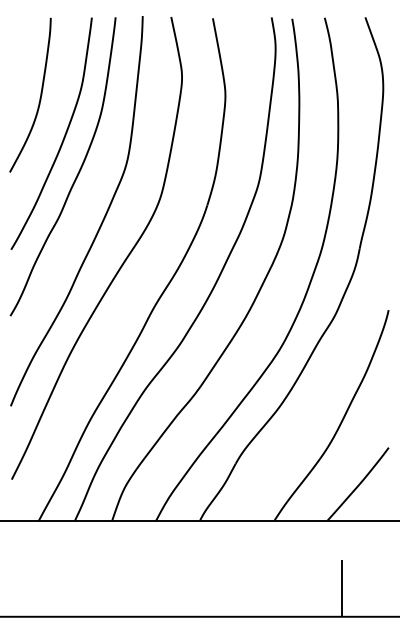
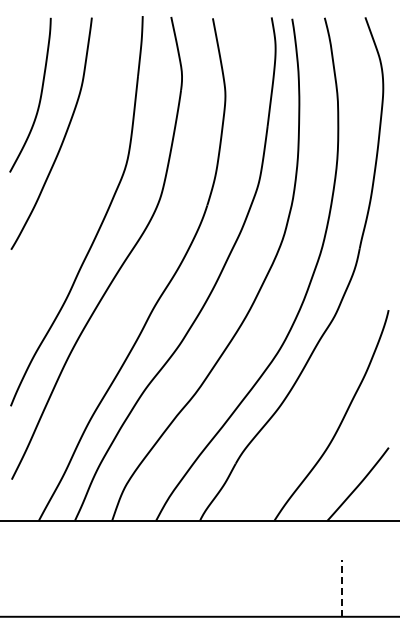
curve at (77, 173): present -> none
line at (341, 587): solid -> dashed
